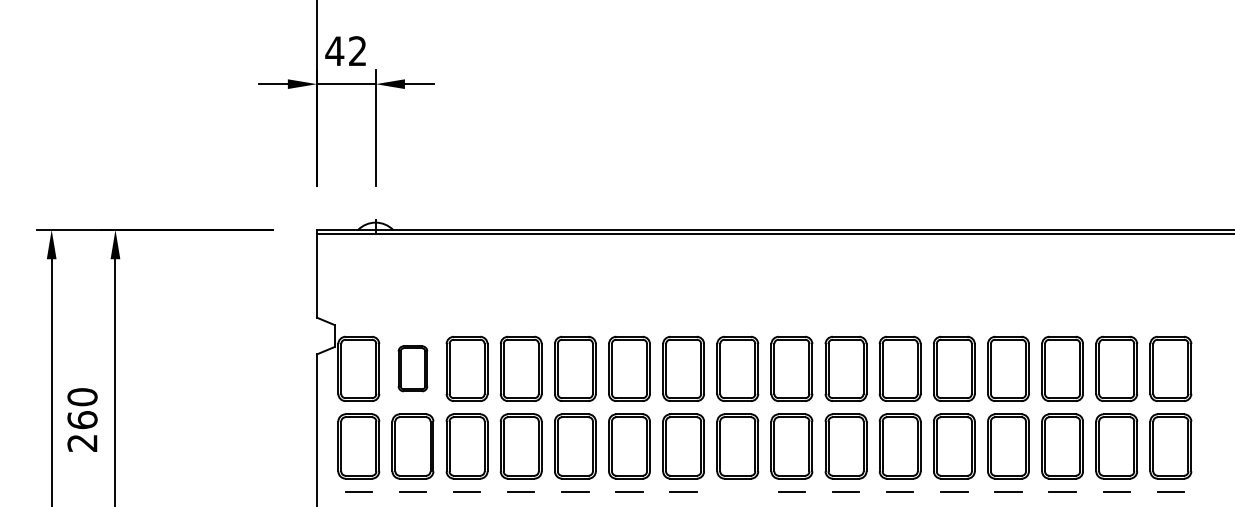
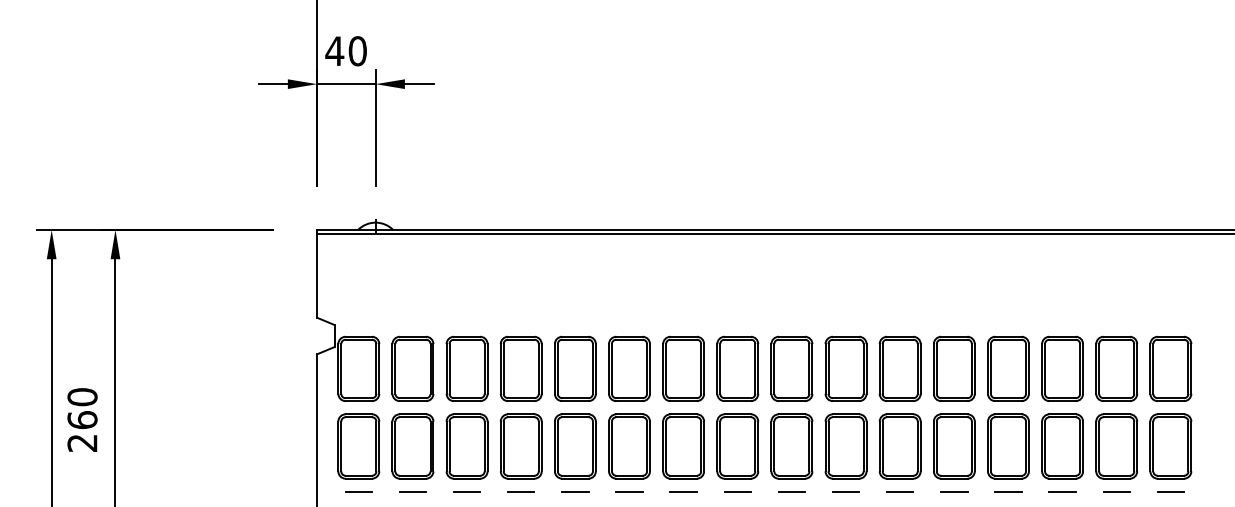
text at (357, 51): 42 -> 40
part at (412, 368) size: 32x48 px -> 44x67 px
line at (737, 491): none -> present
